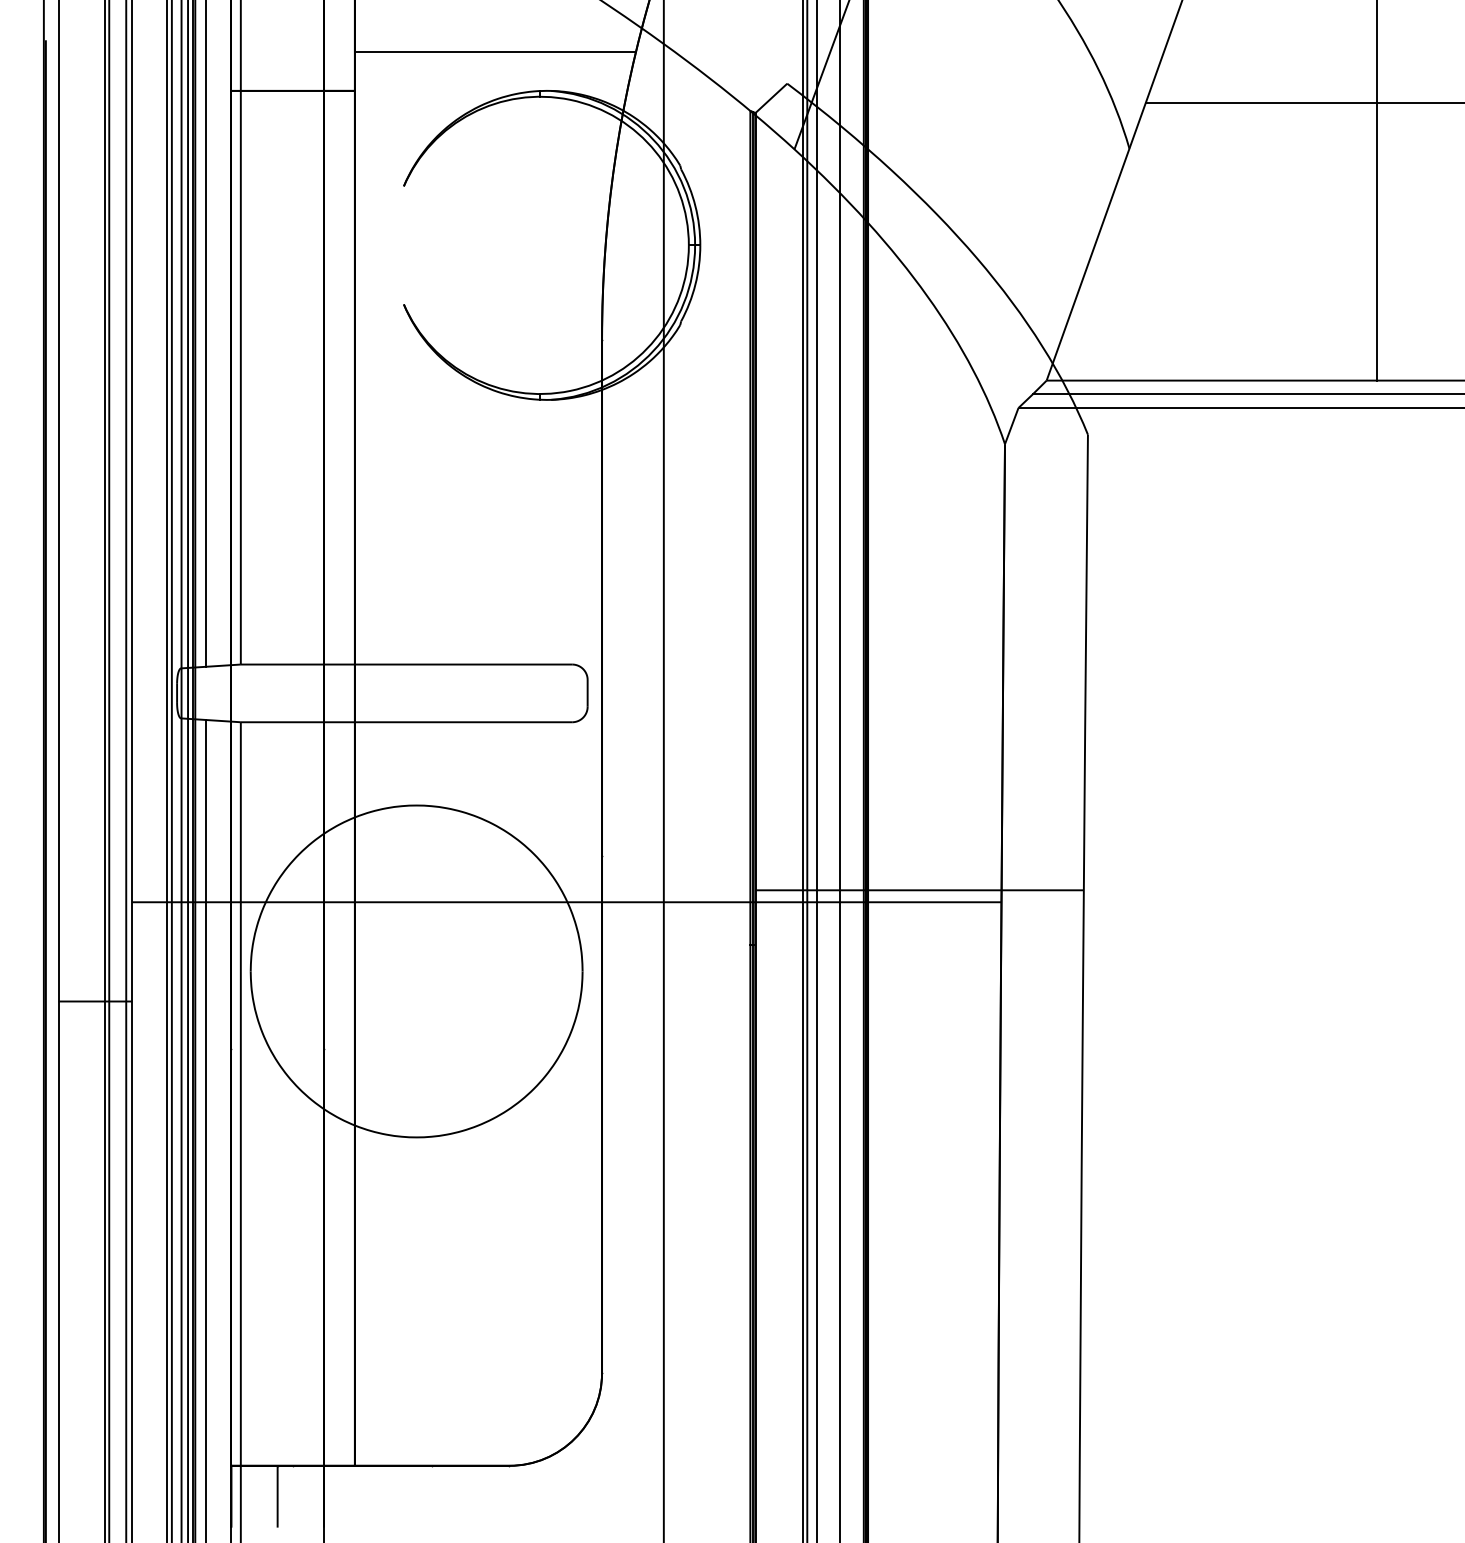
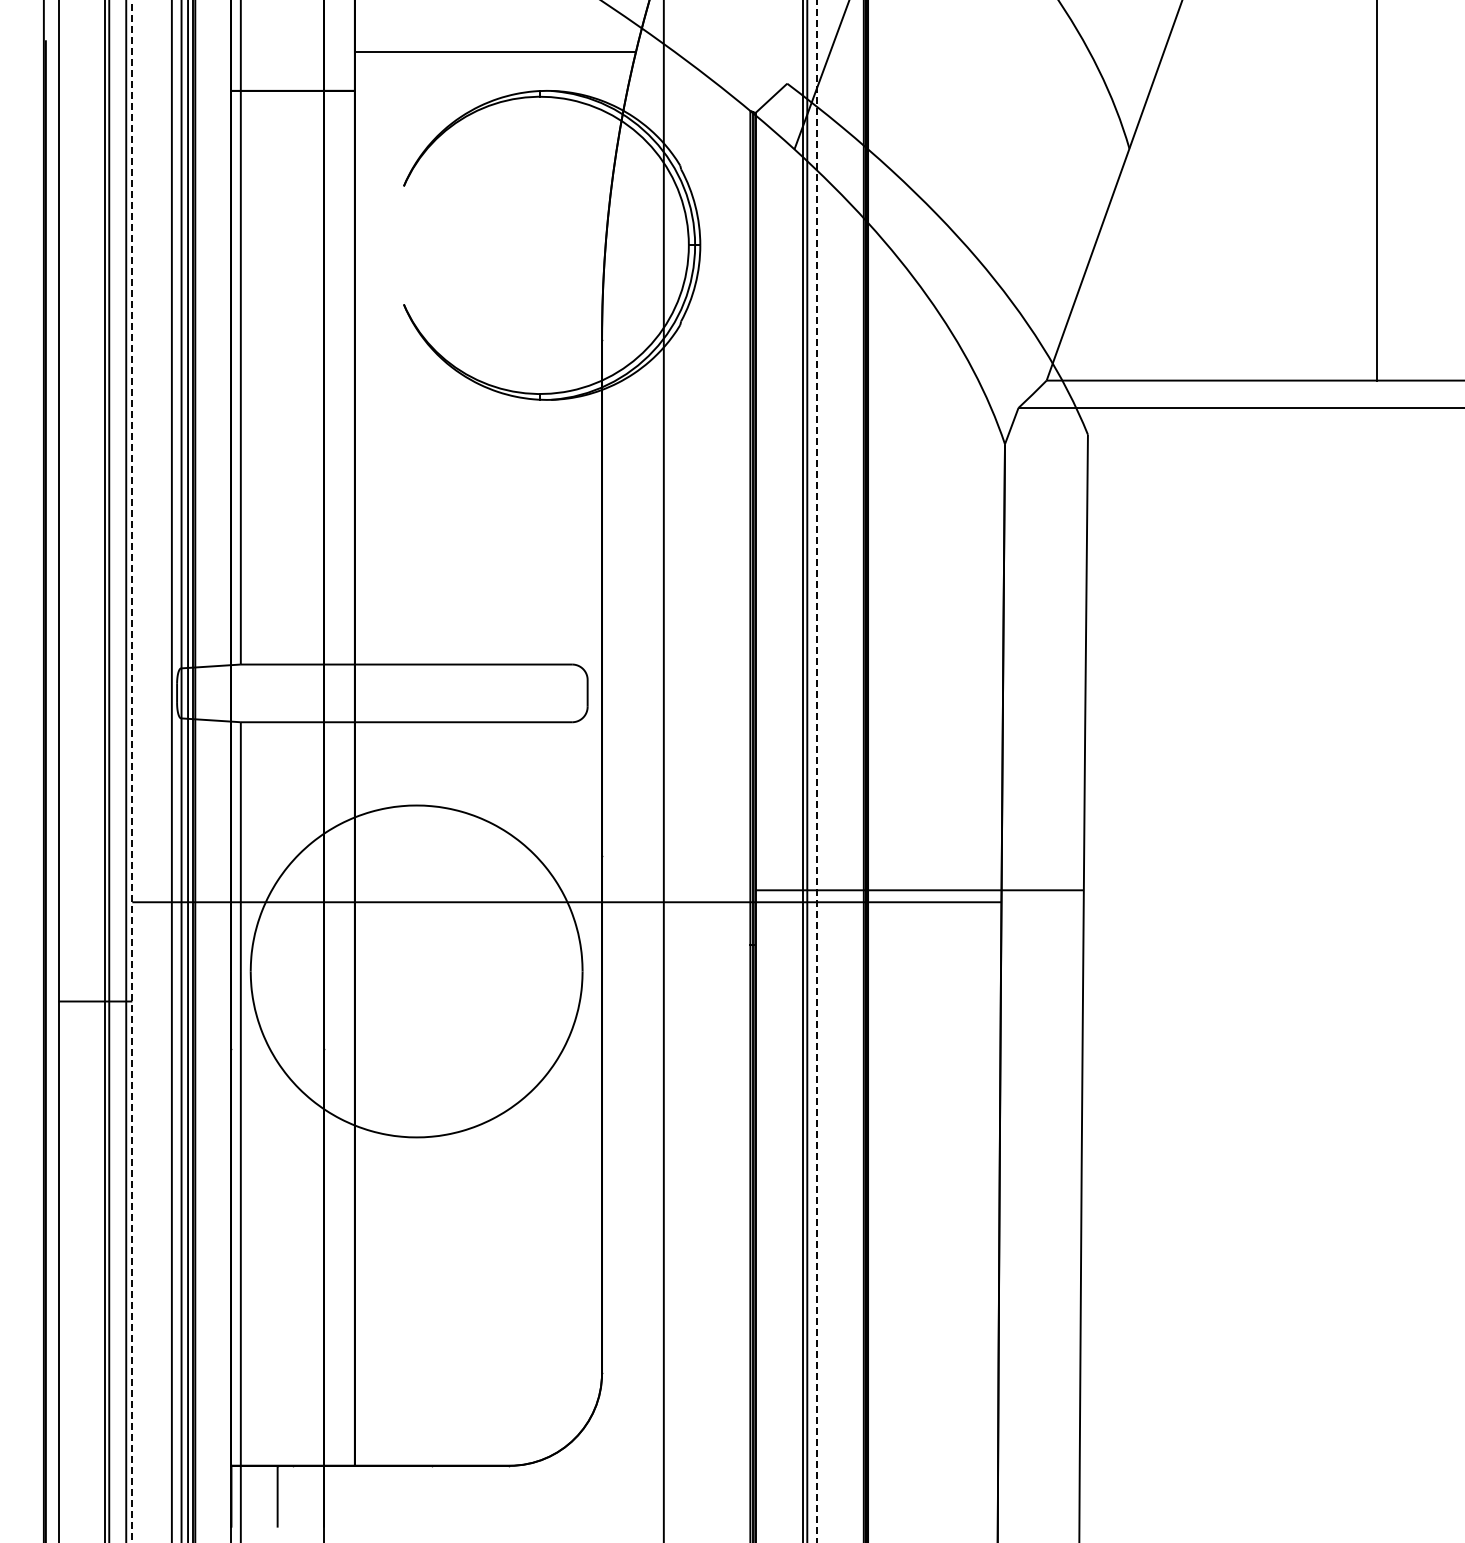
line at (1303, 102): present -> none
line at (206, 334): present -> none
line at (1246, 394): present -> none
line at (166, 770): present -> none
line at (816, 770): solid -> dashed
line at (840, 770): present -> none
line at (132, 771): solid -> dashed
line at (206, 1129): present -> none
